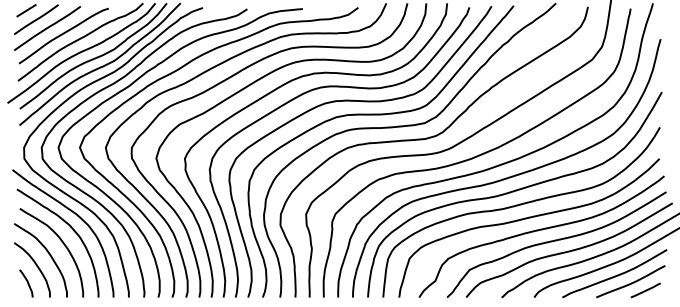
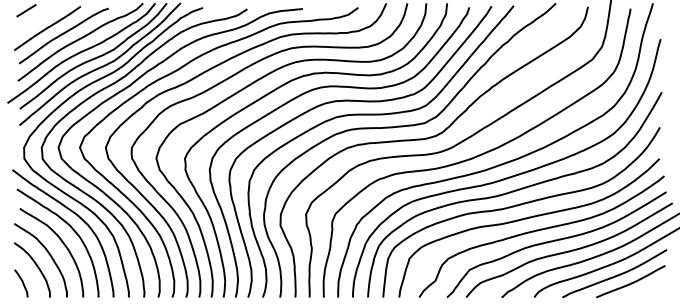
line at (36, 19): present -> none
curve at (27, 283) position: (27, 283) -> (22, 283)
line at (645, 290): present -> none
